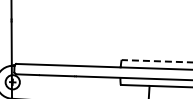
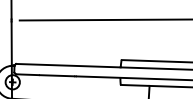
line at (104, 19): none -> present
line at (156, 61): dashed -> solid
